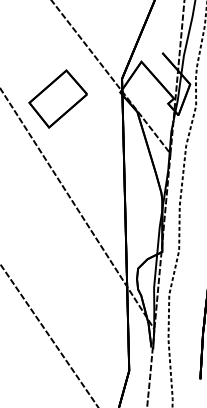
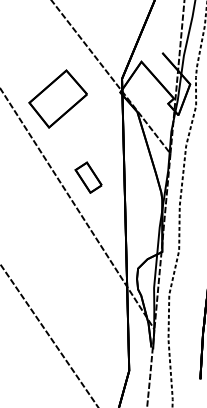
part at (88, 177): none -> present
